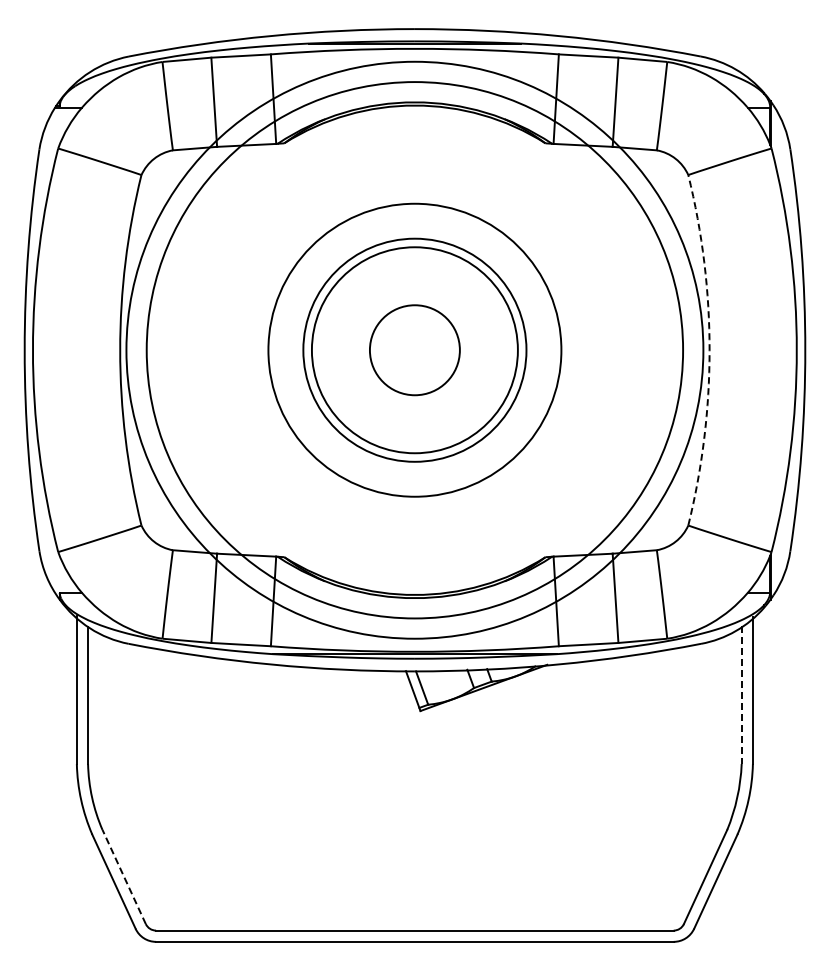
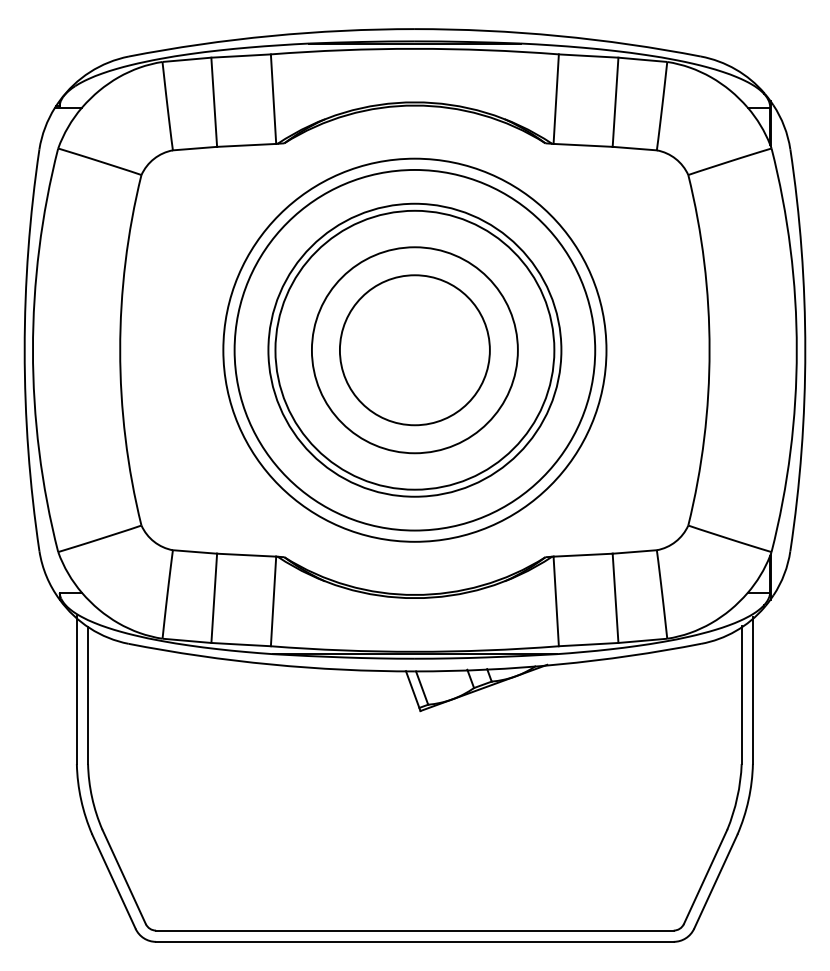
circle at (414, 349) diameter: 223 px -> 279 px
circle at (414, 349) diameter: 577 px -> 361 px
circle at (414, 350) diameter: 536 px -> 383 px
circle at (414, 350) diameter: 90 px -> 150 px
arc at (709, 350): dashed -> solid
line at (741, 695): dashed -> solid
line at (124, 877): dashed -> solid
